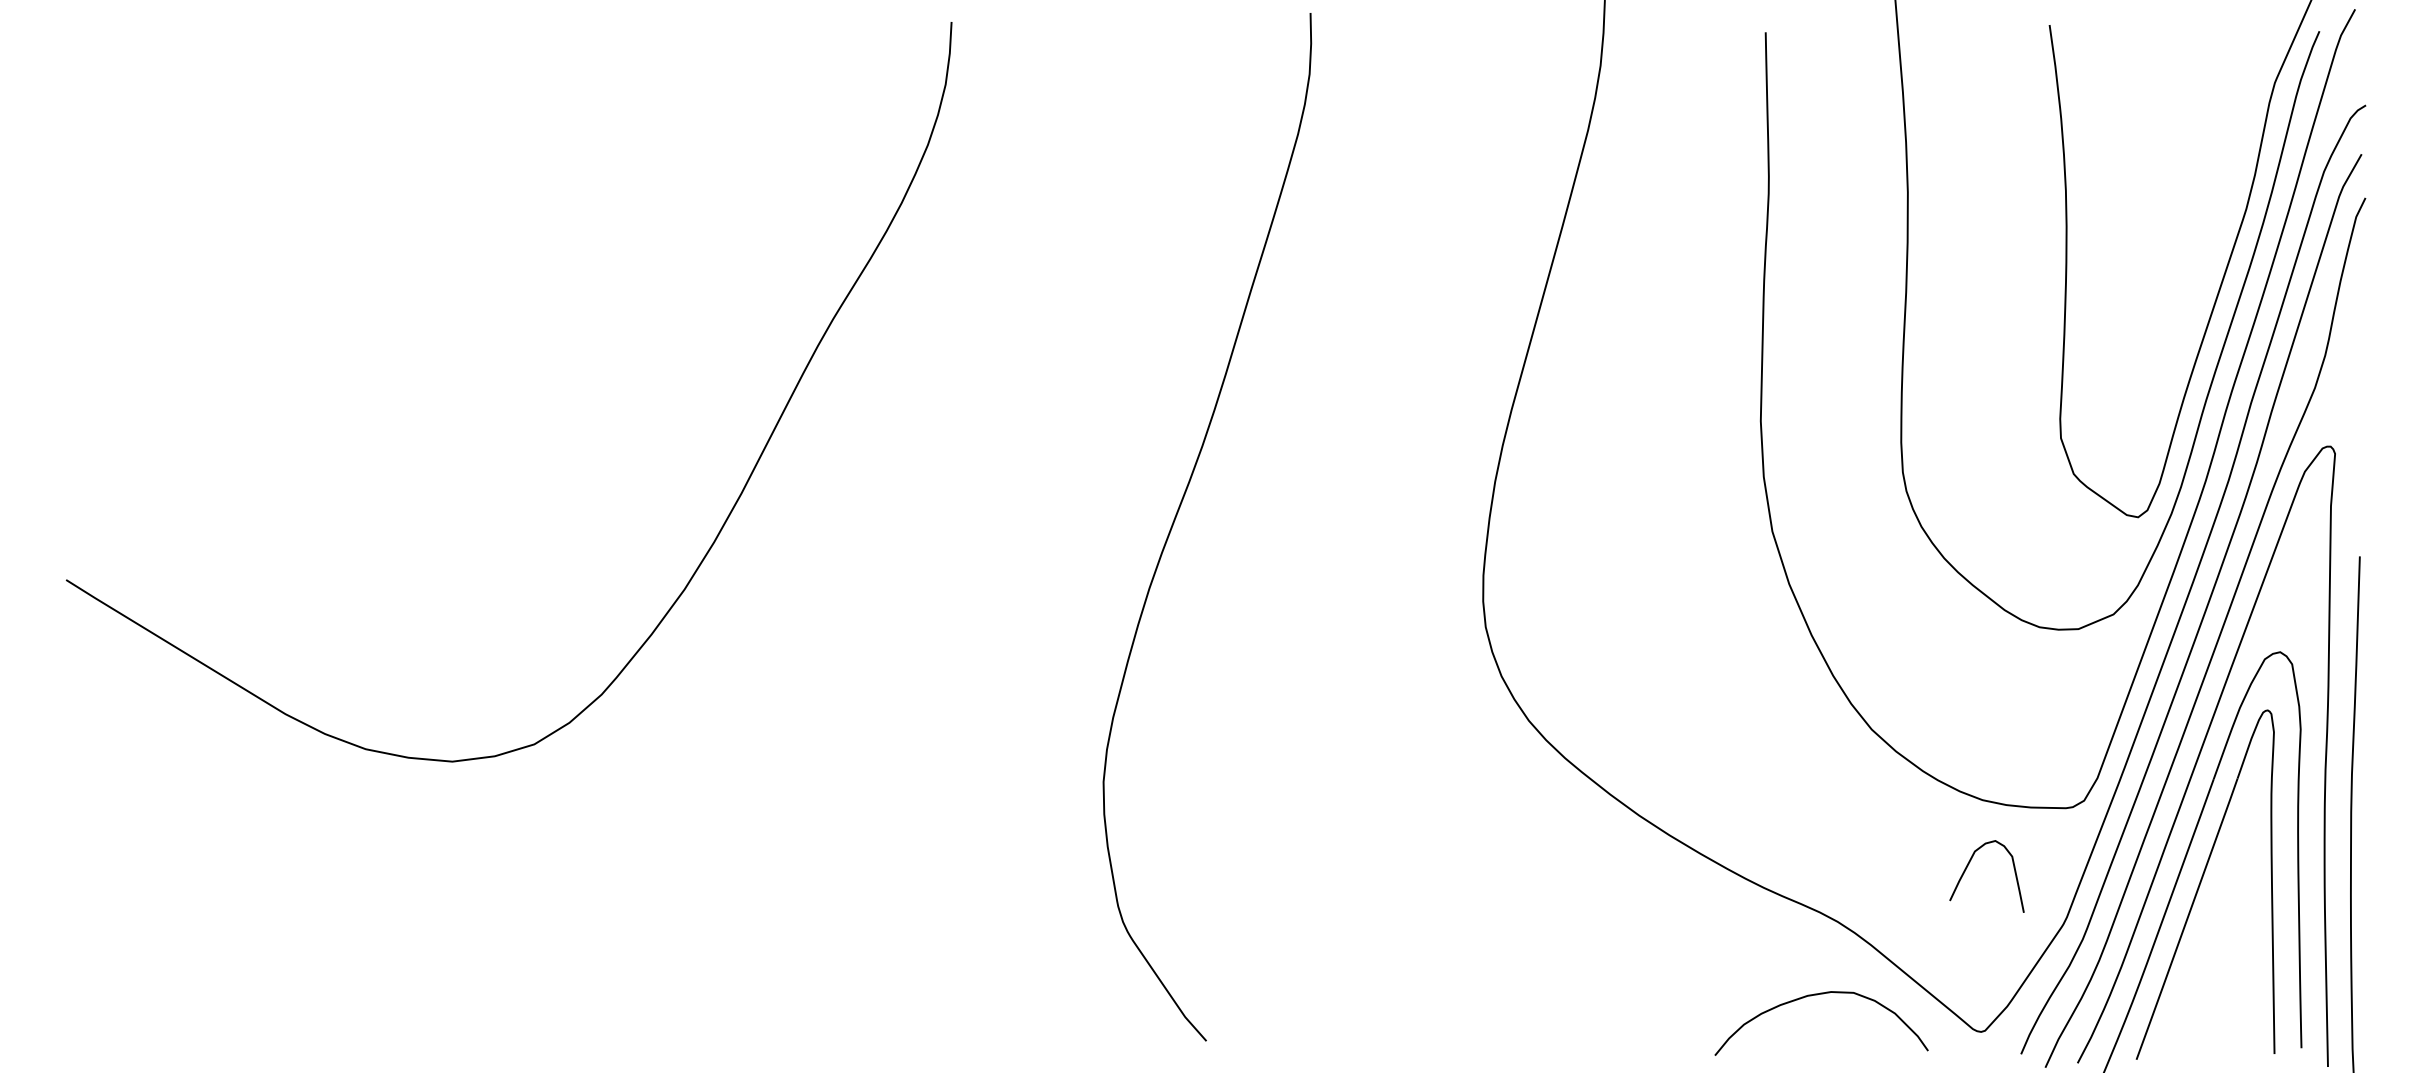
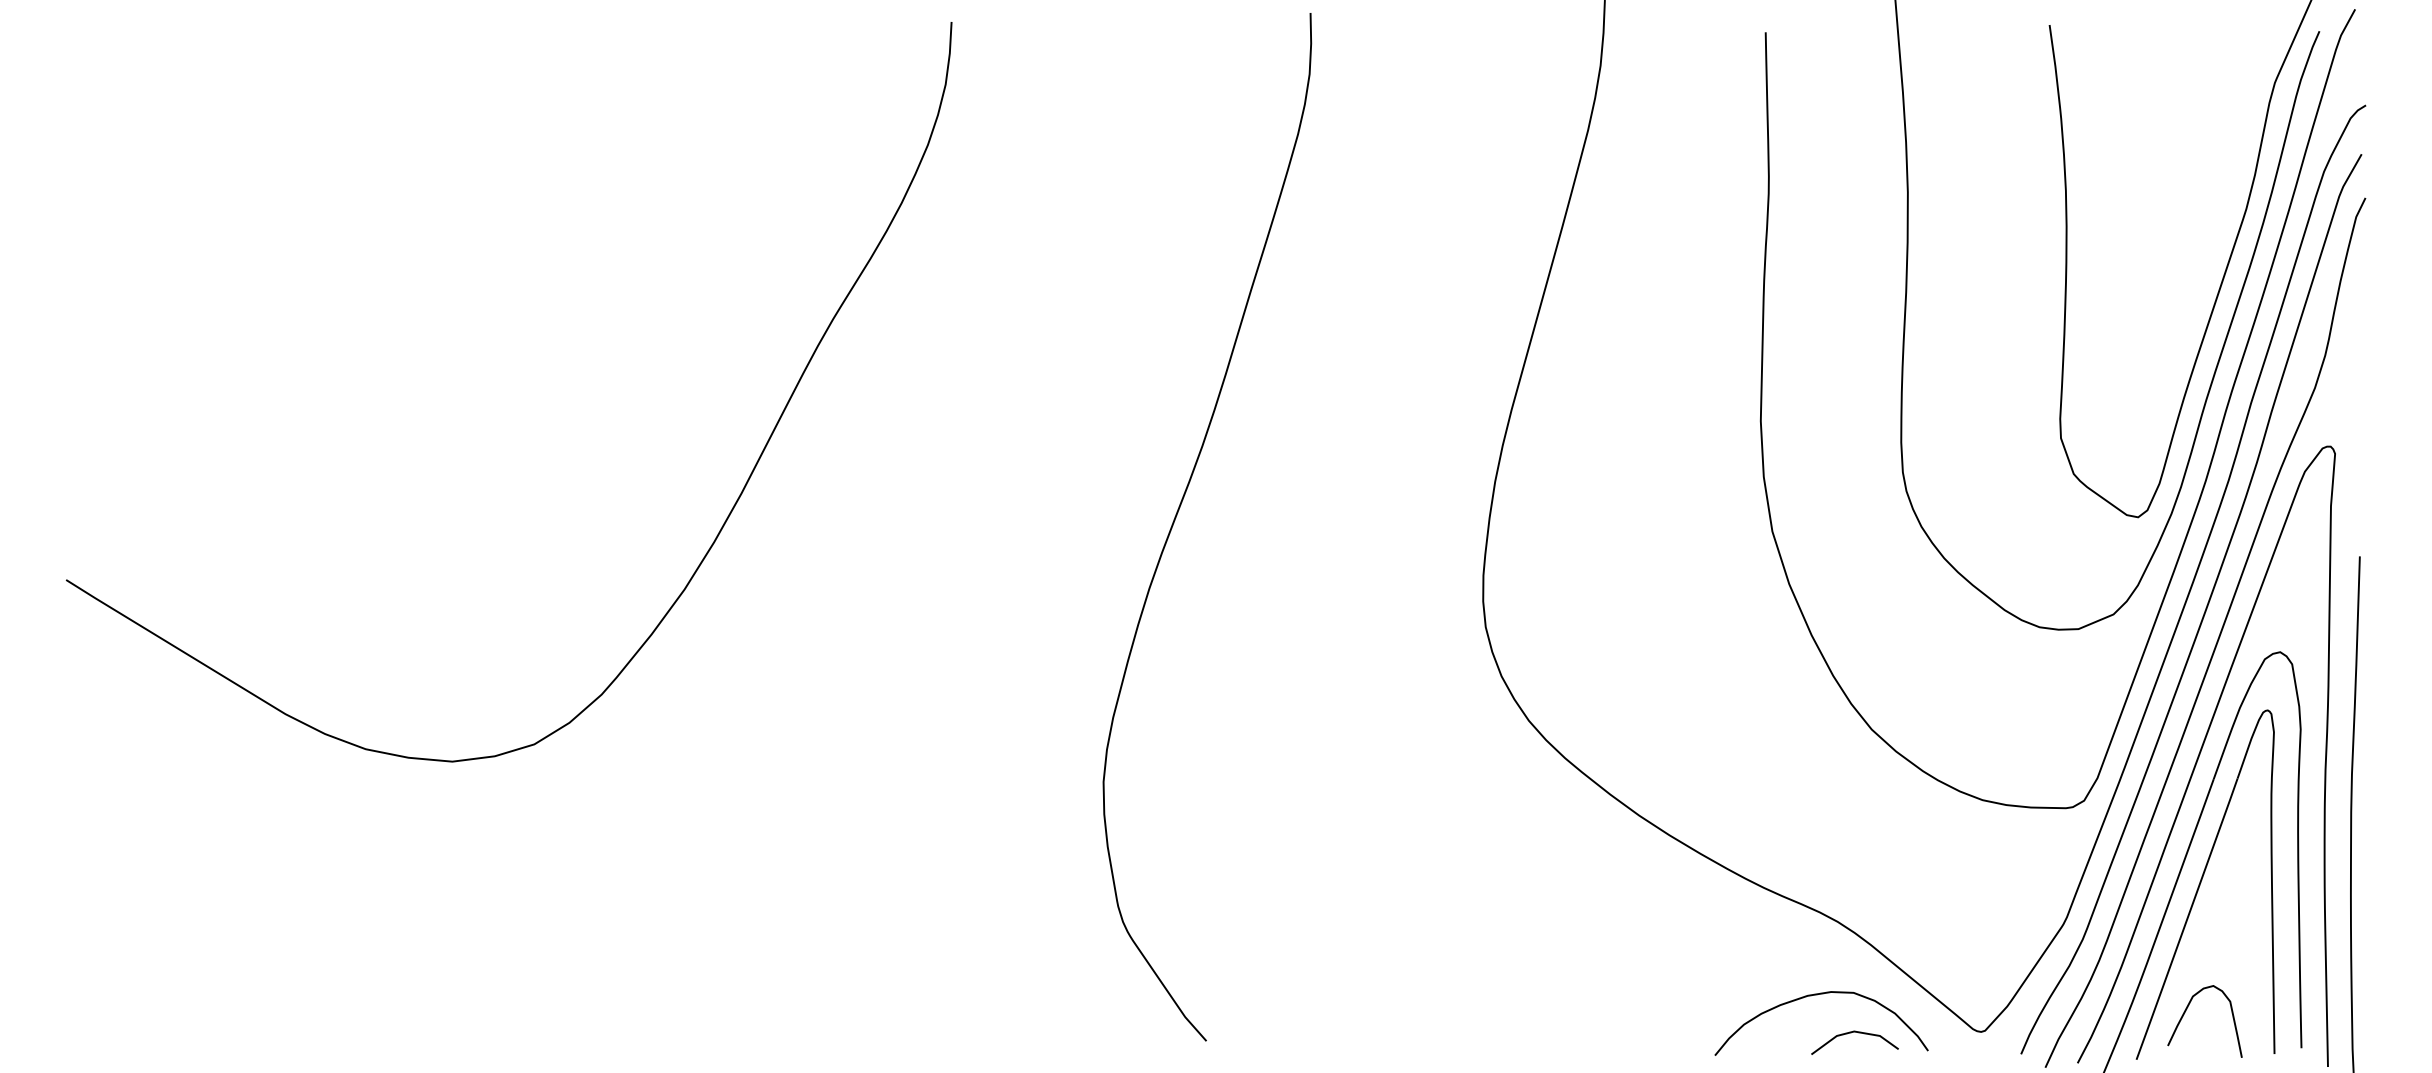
curve at (1968, 866) position: (1968, 866) -> (2186, 1011)
line at (1851, 1033): none -> present
